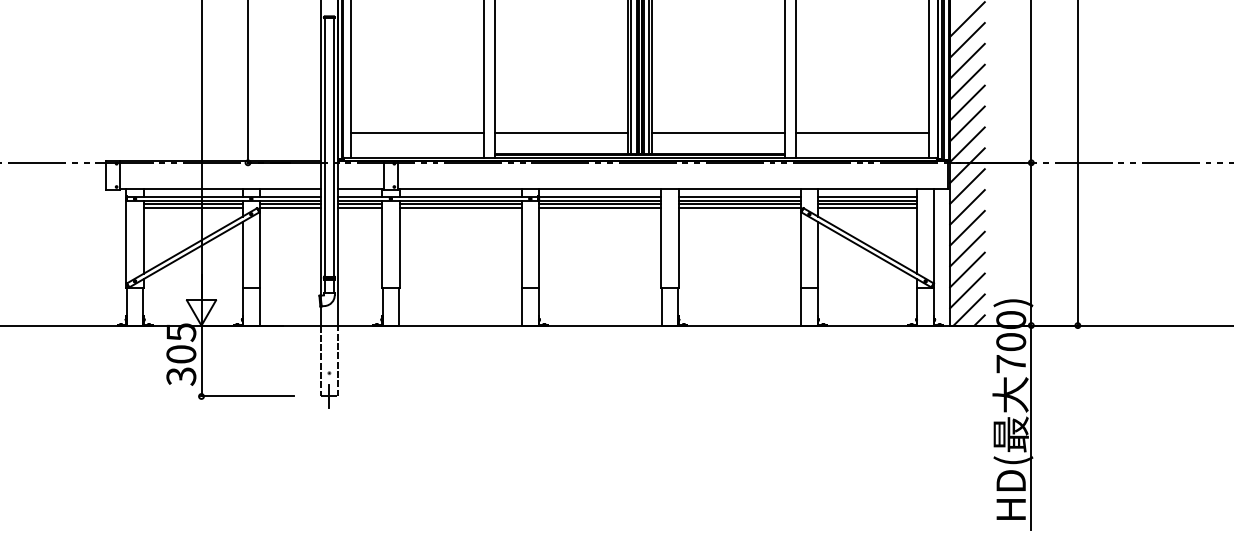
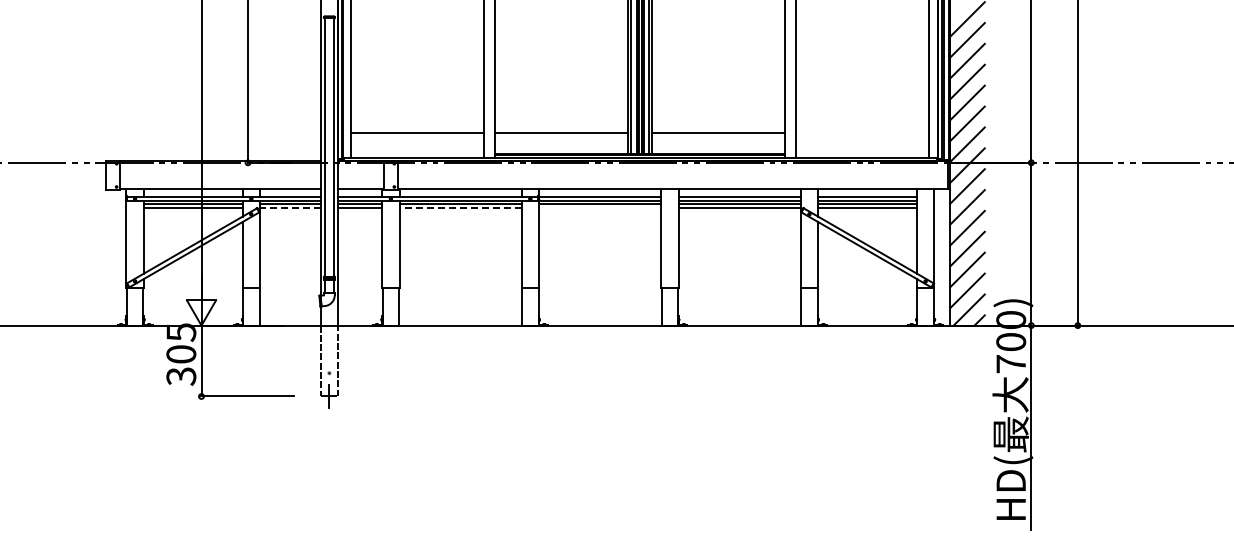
line at (861, 133): present -> none
line at (289, 208): solid -> dashed
line at (460, 208): solid -> dashed
line at (600, 208): present -> none
